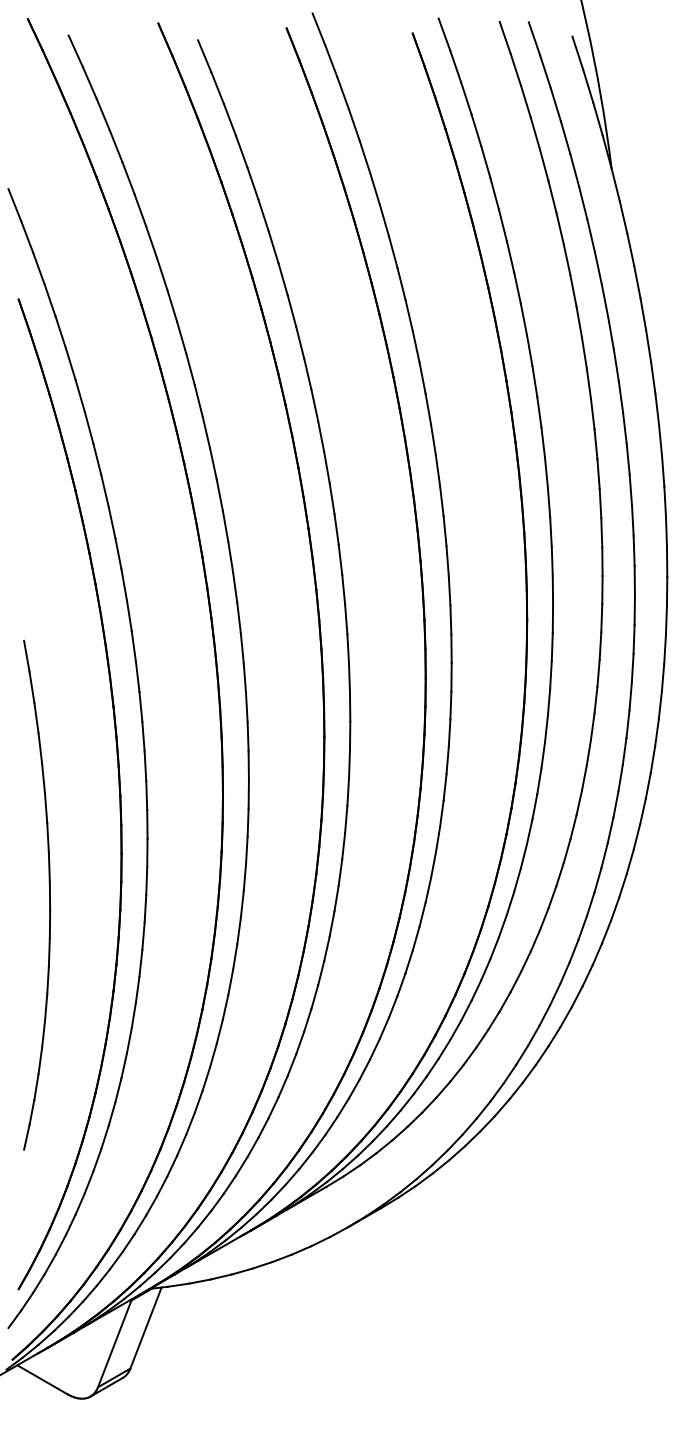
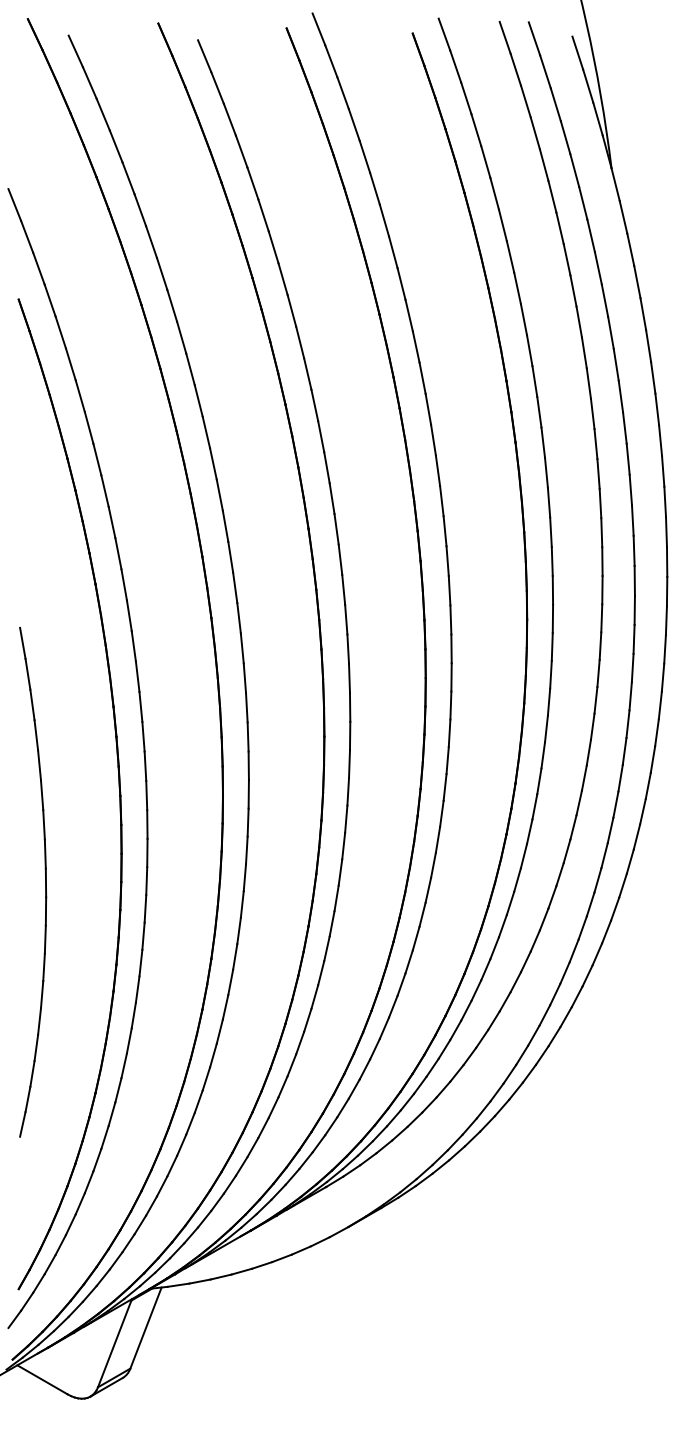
part at (49, 894) position: (49, 894) -> (45, 881)
